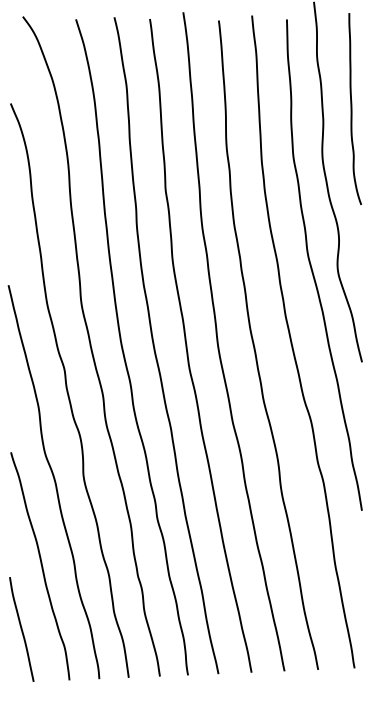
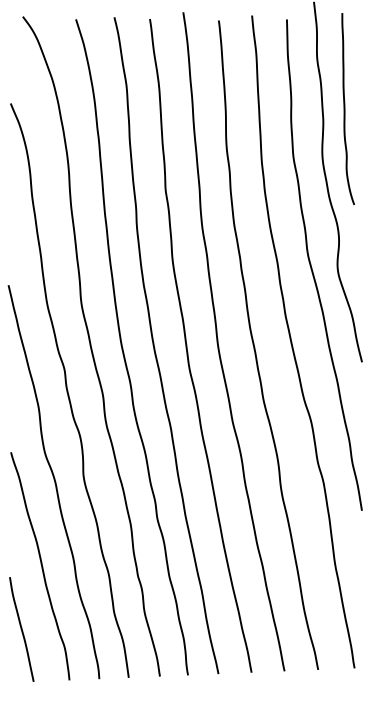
curve at (352, 109) position: (352, 109) -> (345, 109)
